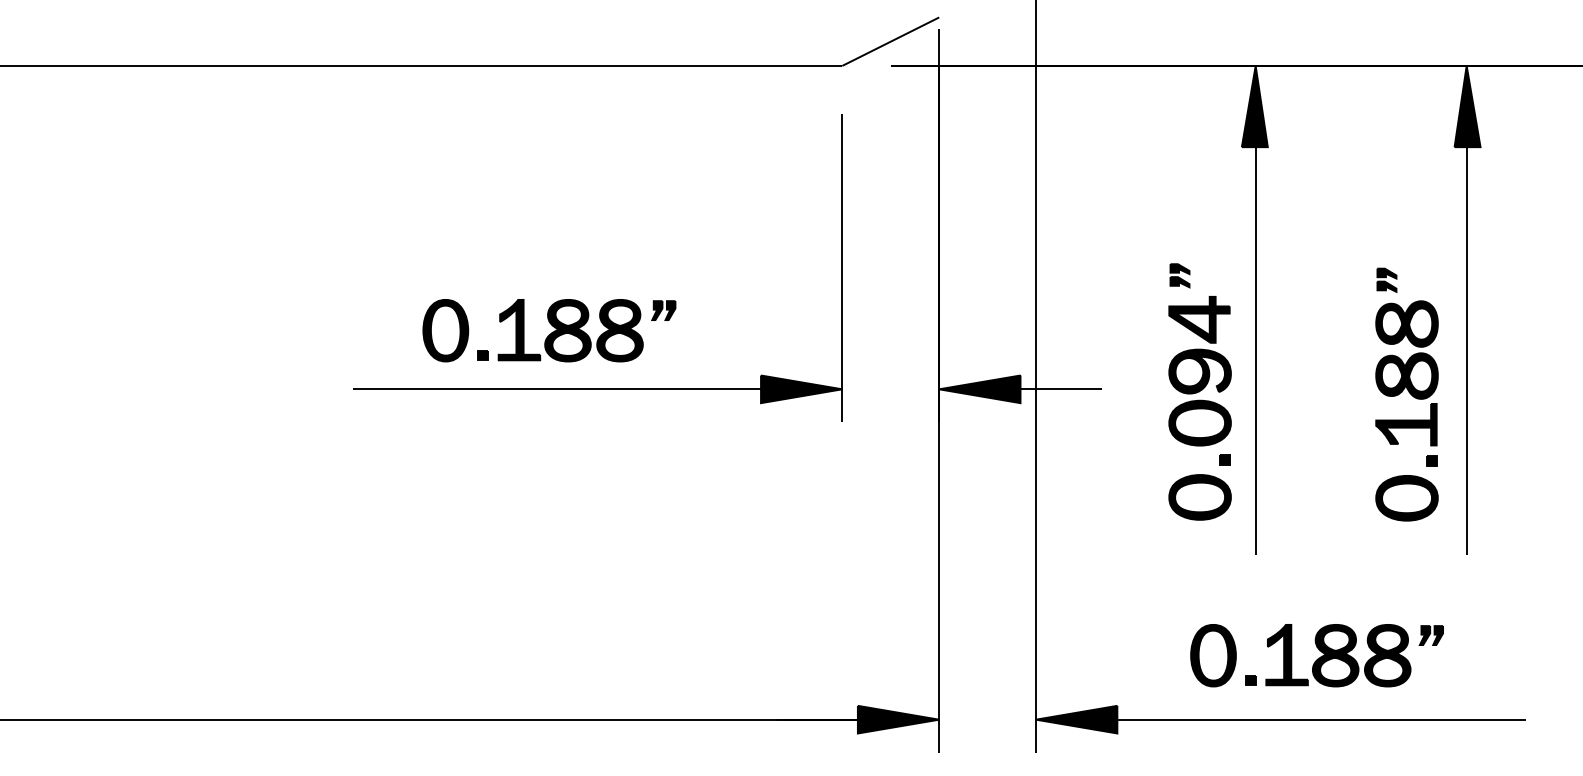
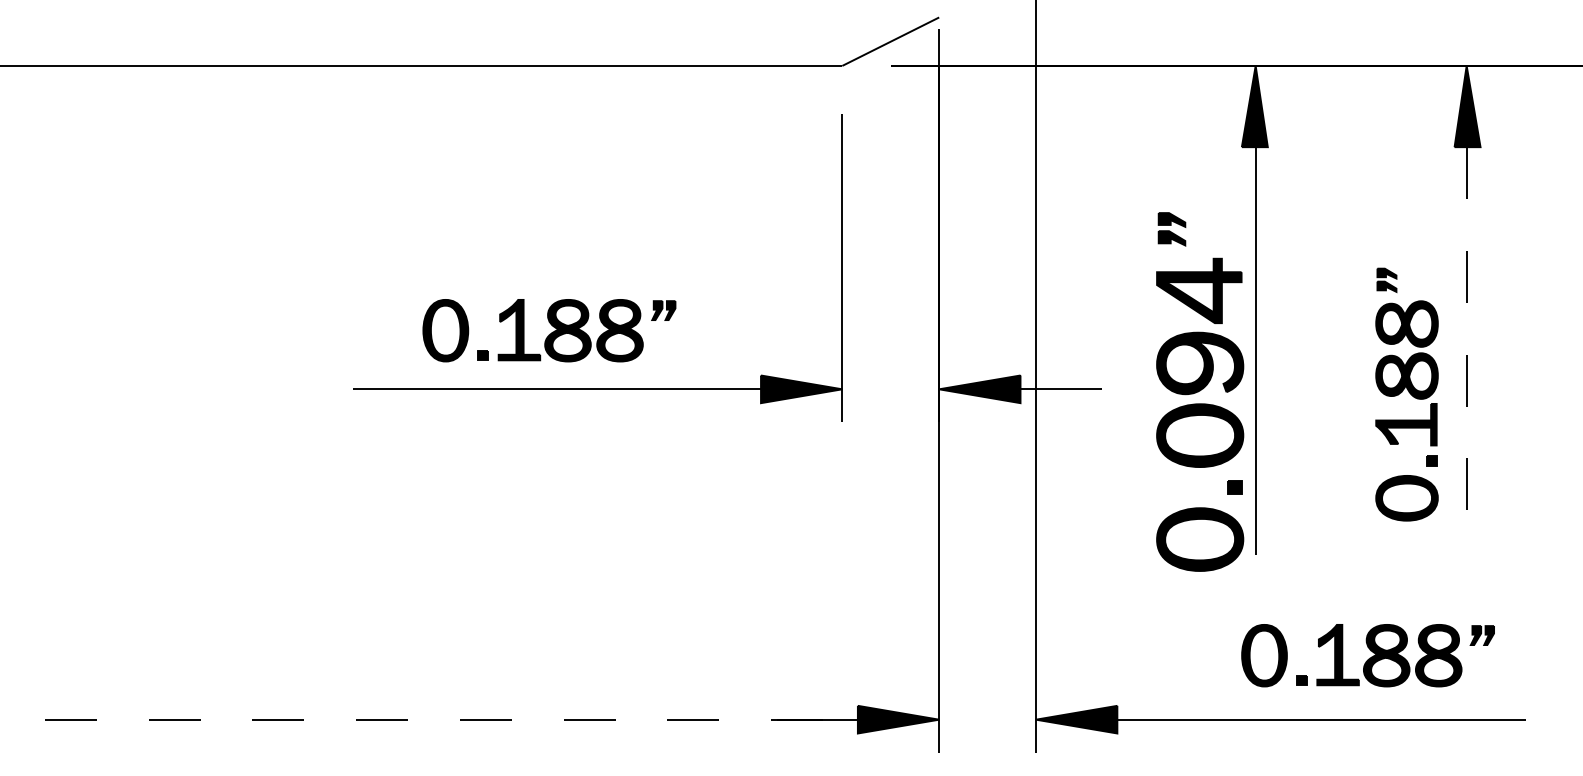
line at (1466, 351): solid -> dashed
part at (1199, 391) size: 64x258 px -> 89x360 px
part at (1316, 655) position: (1316, 655) -> (1367, 655)
line at (429, 719): solid -> dashed
